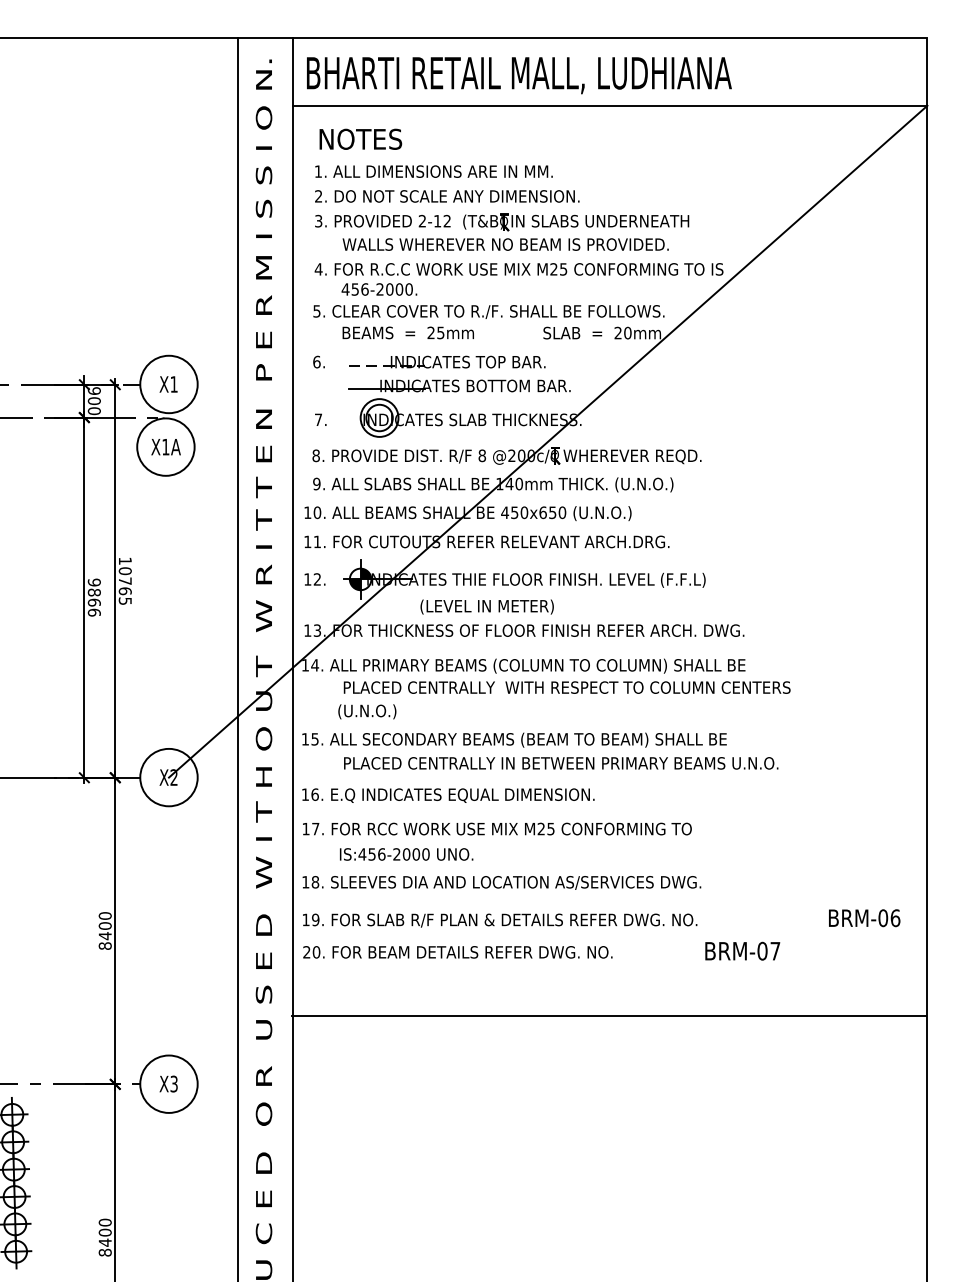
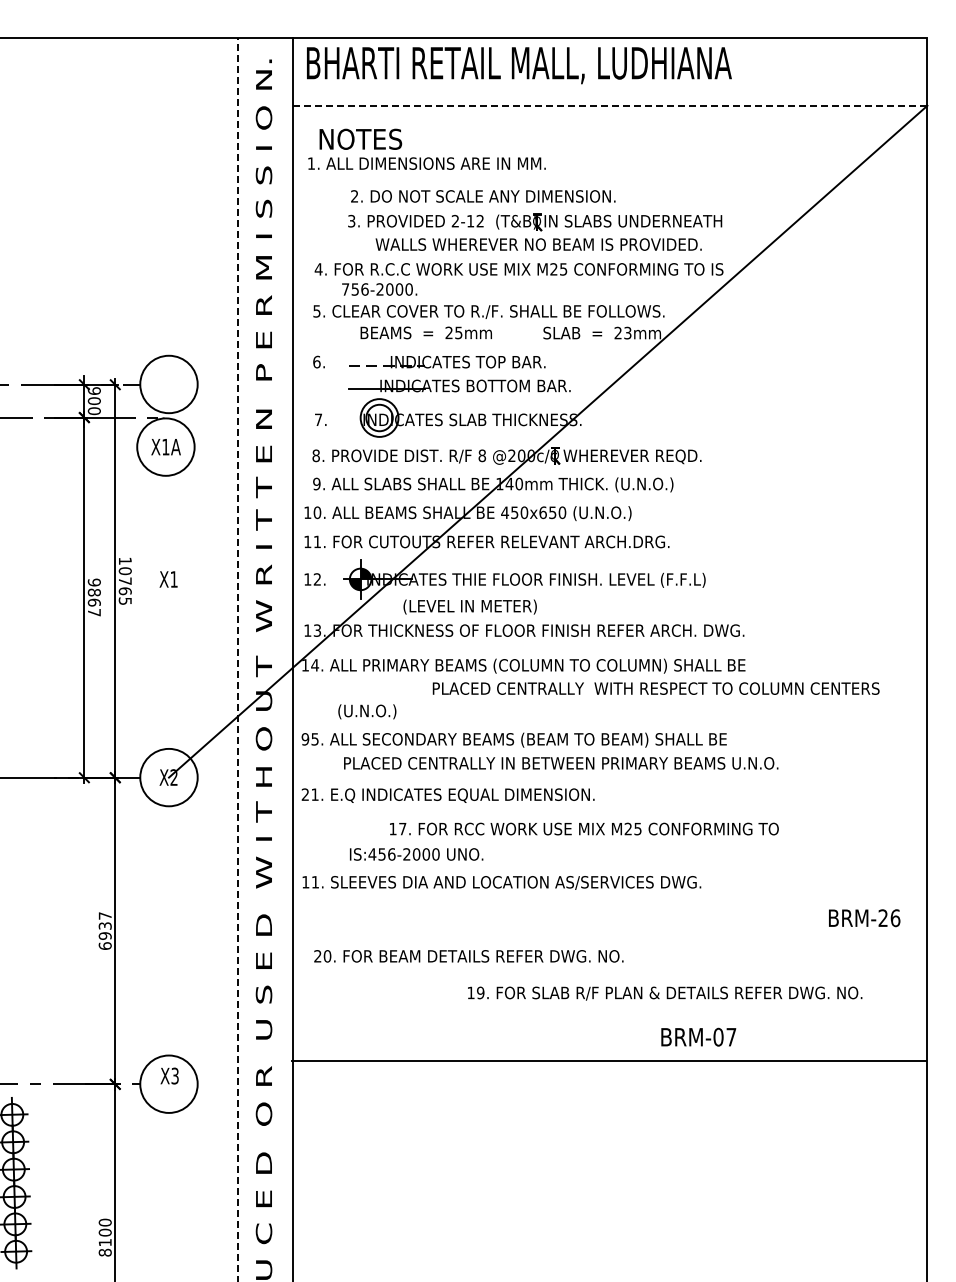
text at (519, 75) position: (519, 75) -> (519, 65)
line at (610, 105): solid -> dashed
text at (433, 171) position: (433, 171) -> (426, 163)
text at (447, 196) position: (447, 196) -> (483, 196)
part at (502, 231) position: (502, 231) -> (535, 231)
text at (345, 289): 456-2000. -> 756-2000.
text at (407, 332) position: (407, 332) -> (425, 332)
text at (627, 332): 20mm -> 23mm
text at (168, 384) position: (168, 384) -> (168, 579)
text at (486, 606) position: (486, 606) -> (469, 606)
text at (93, 612): 9866 -> 9867
line at (238, 659): solid -> dashed
text at (566, 687) position: (566, 687) -> (655, 688)
text at (305, 739): 15. -> 95.
text at (309, 794): 16. -> 21.
text at (497, 828) position: (497, 828) -> (584, 828)
text at (406, 854) position: (406, 854) -> (416, 854)
text at (315, 882): 18. -> 11.
text at (883, 918): BRM-06 -> BRM-26
text at (500, 920) position: (500, 920) -> (665, 993)
text at (104, 930): 8400 -> 6937
text at (742, 950) position: (742, 950) -> (698, 1036)
text at (457, 952) position: (457, 952) -> (468, 956)
line at (608, 1015) position: (608, 1015) -> (608, 1060)
text at (168, 1083) position: (168, 1083) -> (169, 1075)
text at (105, 1242): 8400 -> 8100
